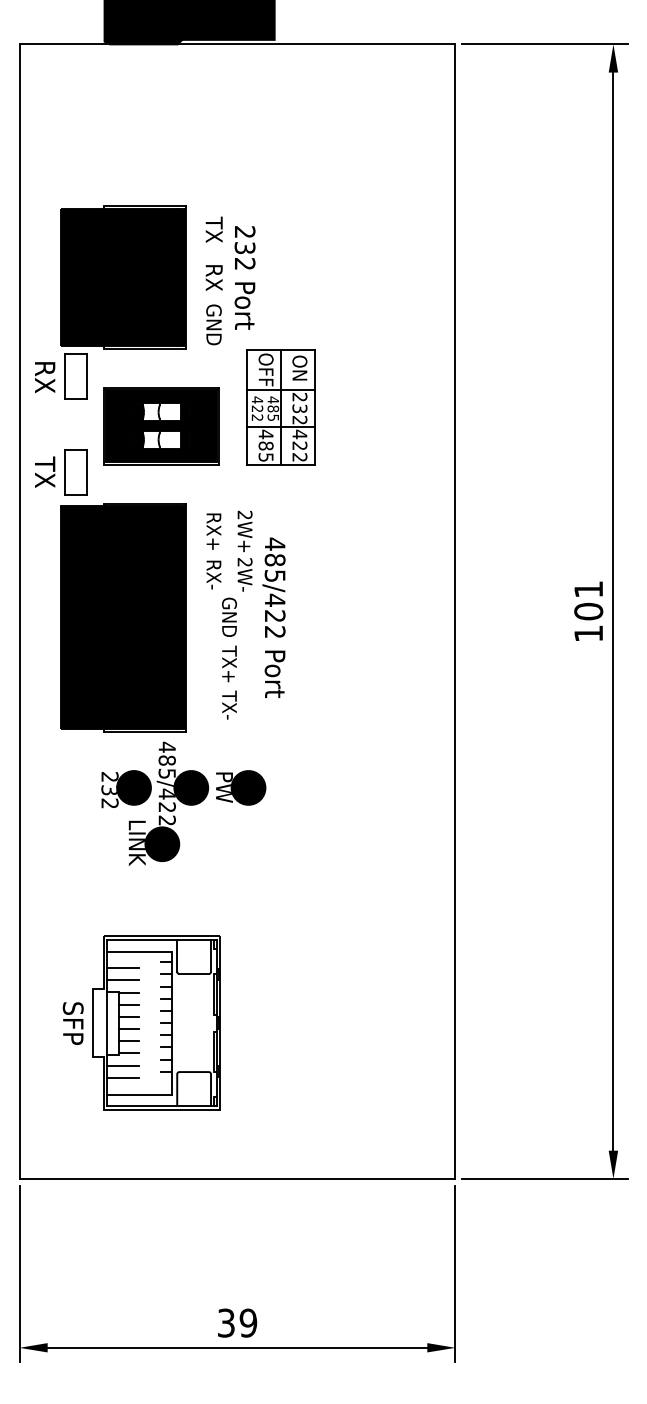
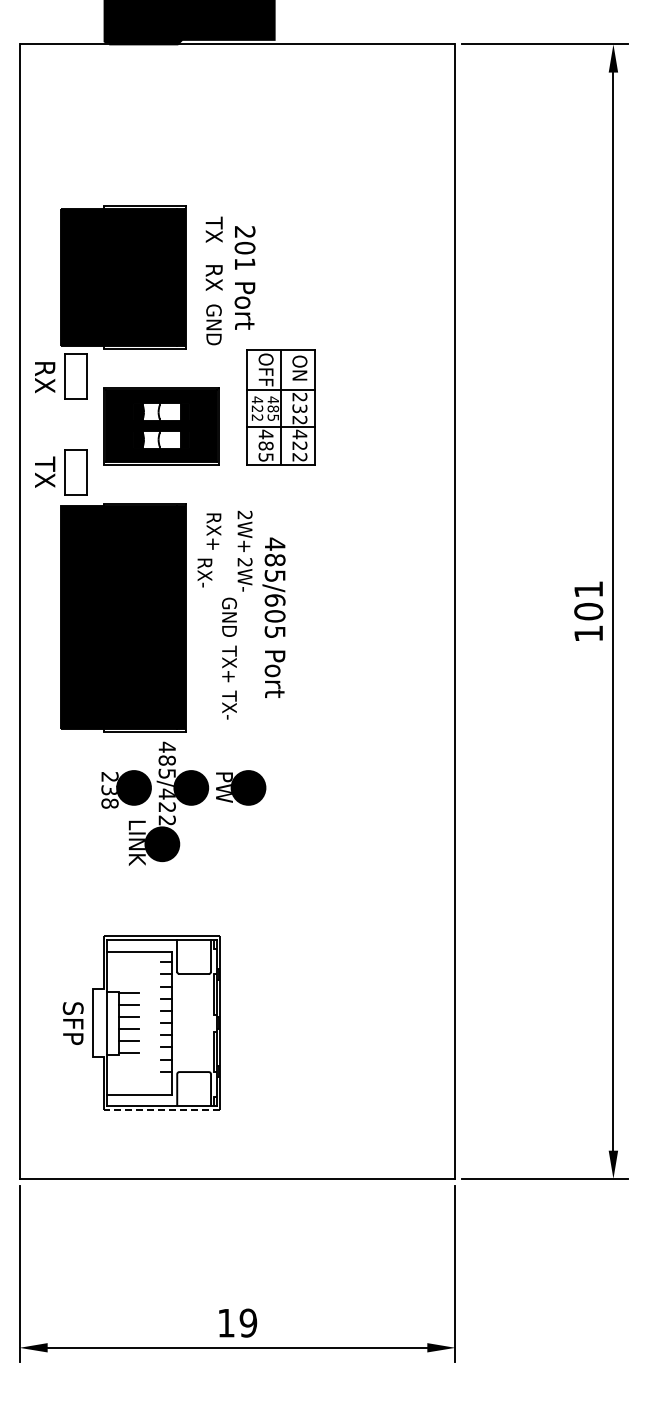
text at (244, 255): 232 -> 201
text at (213, 574) position: (213, 574) -> (204, 572)
text at (274, 615): 485/422 -> 485/605
text at (109, 803): 232 -> 238
line at (123, 968): present -> none
line at (123, 980): present -> none
line at (123, 1065): present -> none
line at (123, 1077): present -> none
line at (161, 1110): solid -> dashed
text at (226, 1322): 39 -> 19
